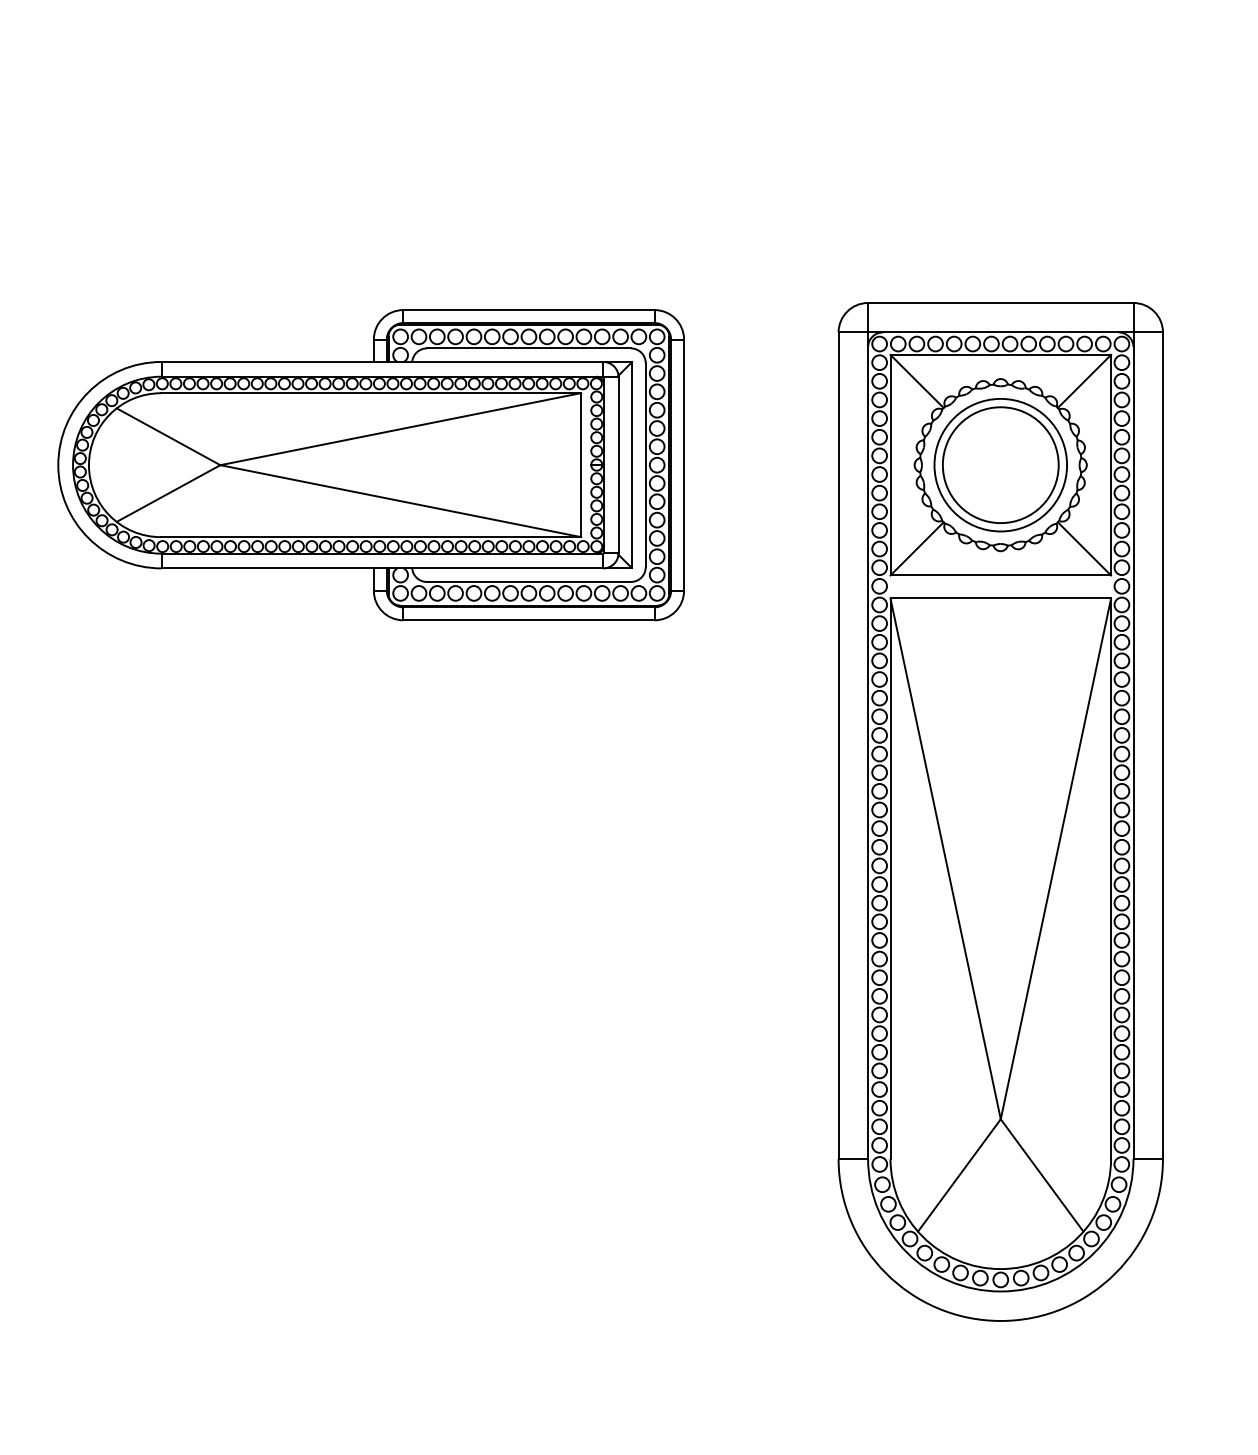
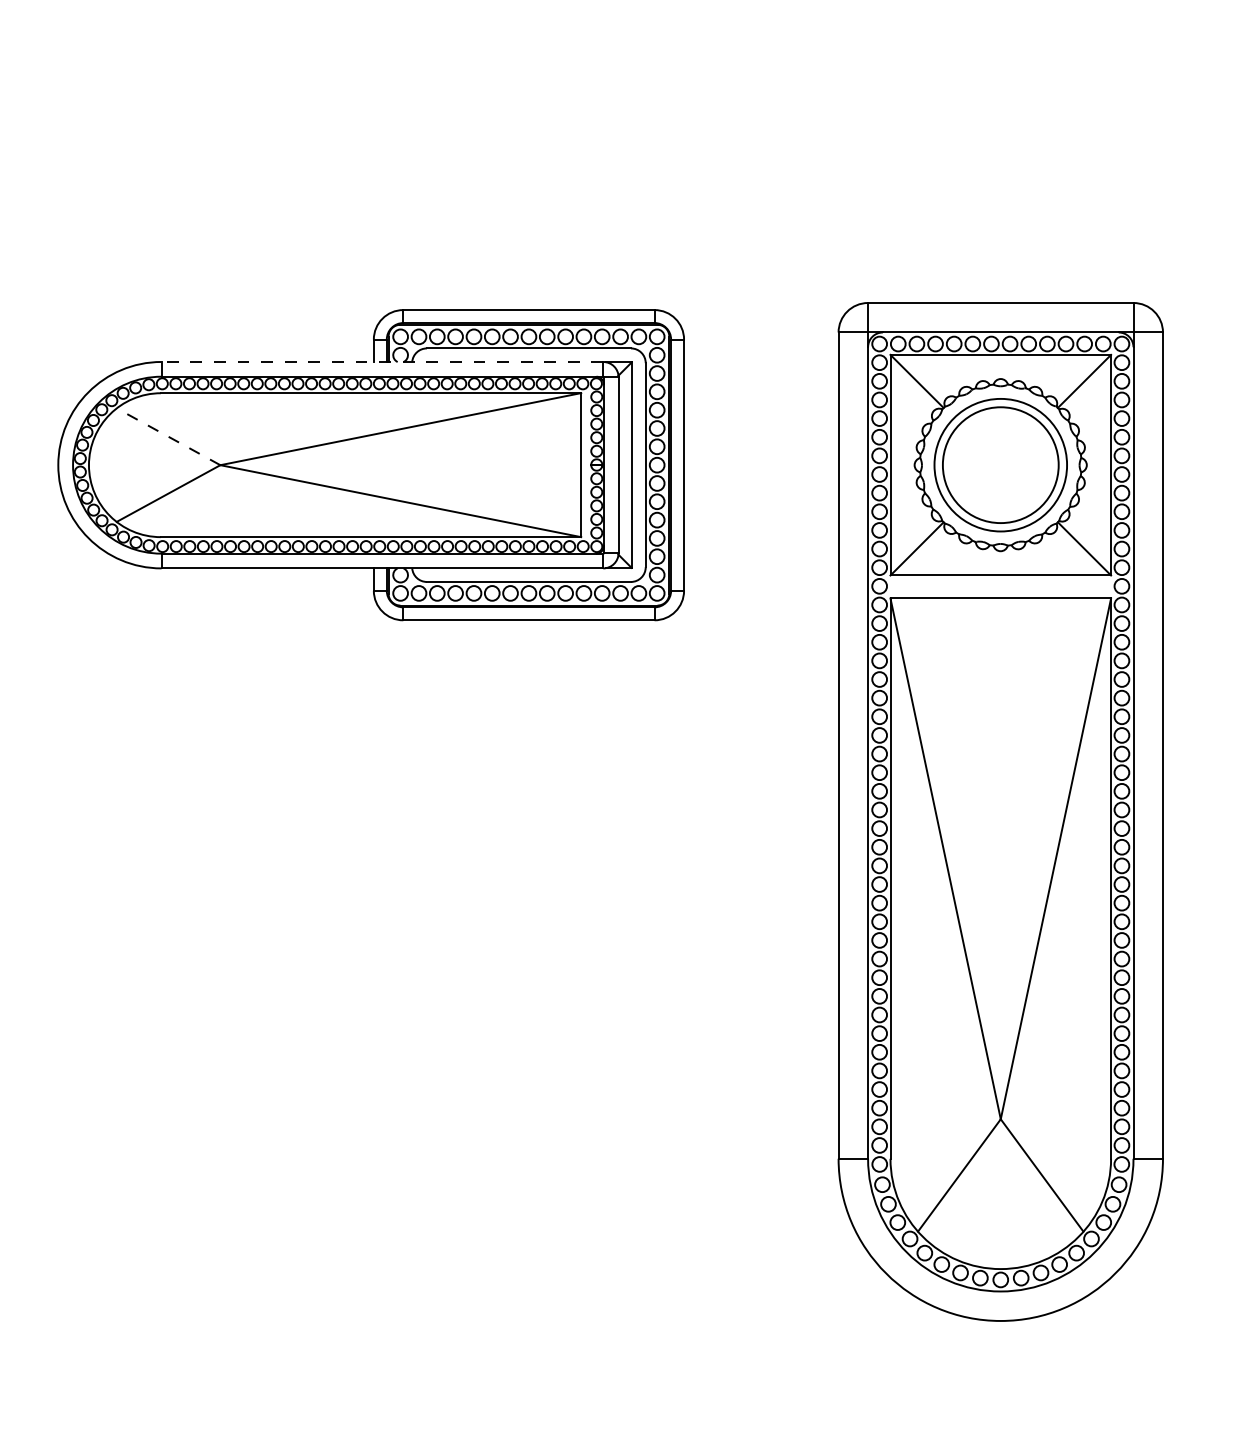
line at (382, 361): solid -> dashed
line at (168, 436): solid -> dashed
